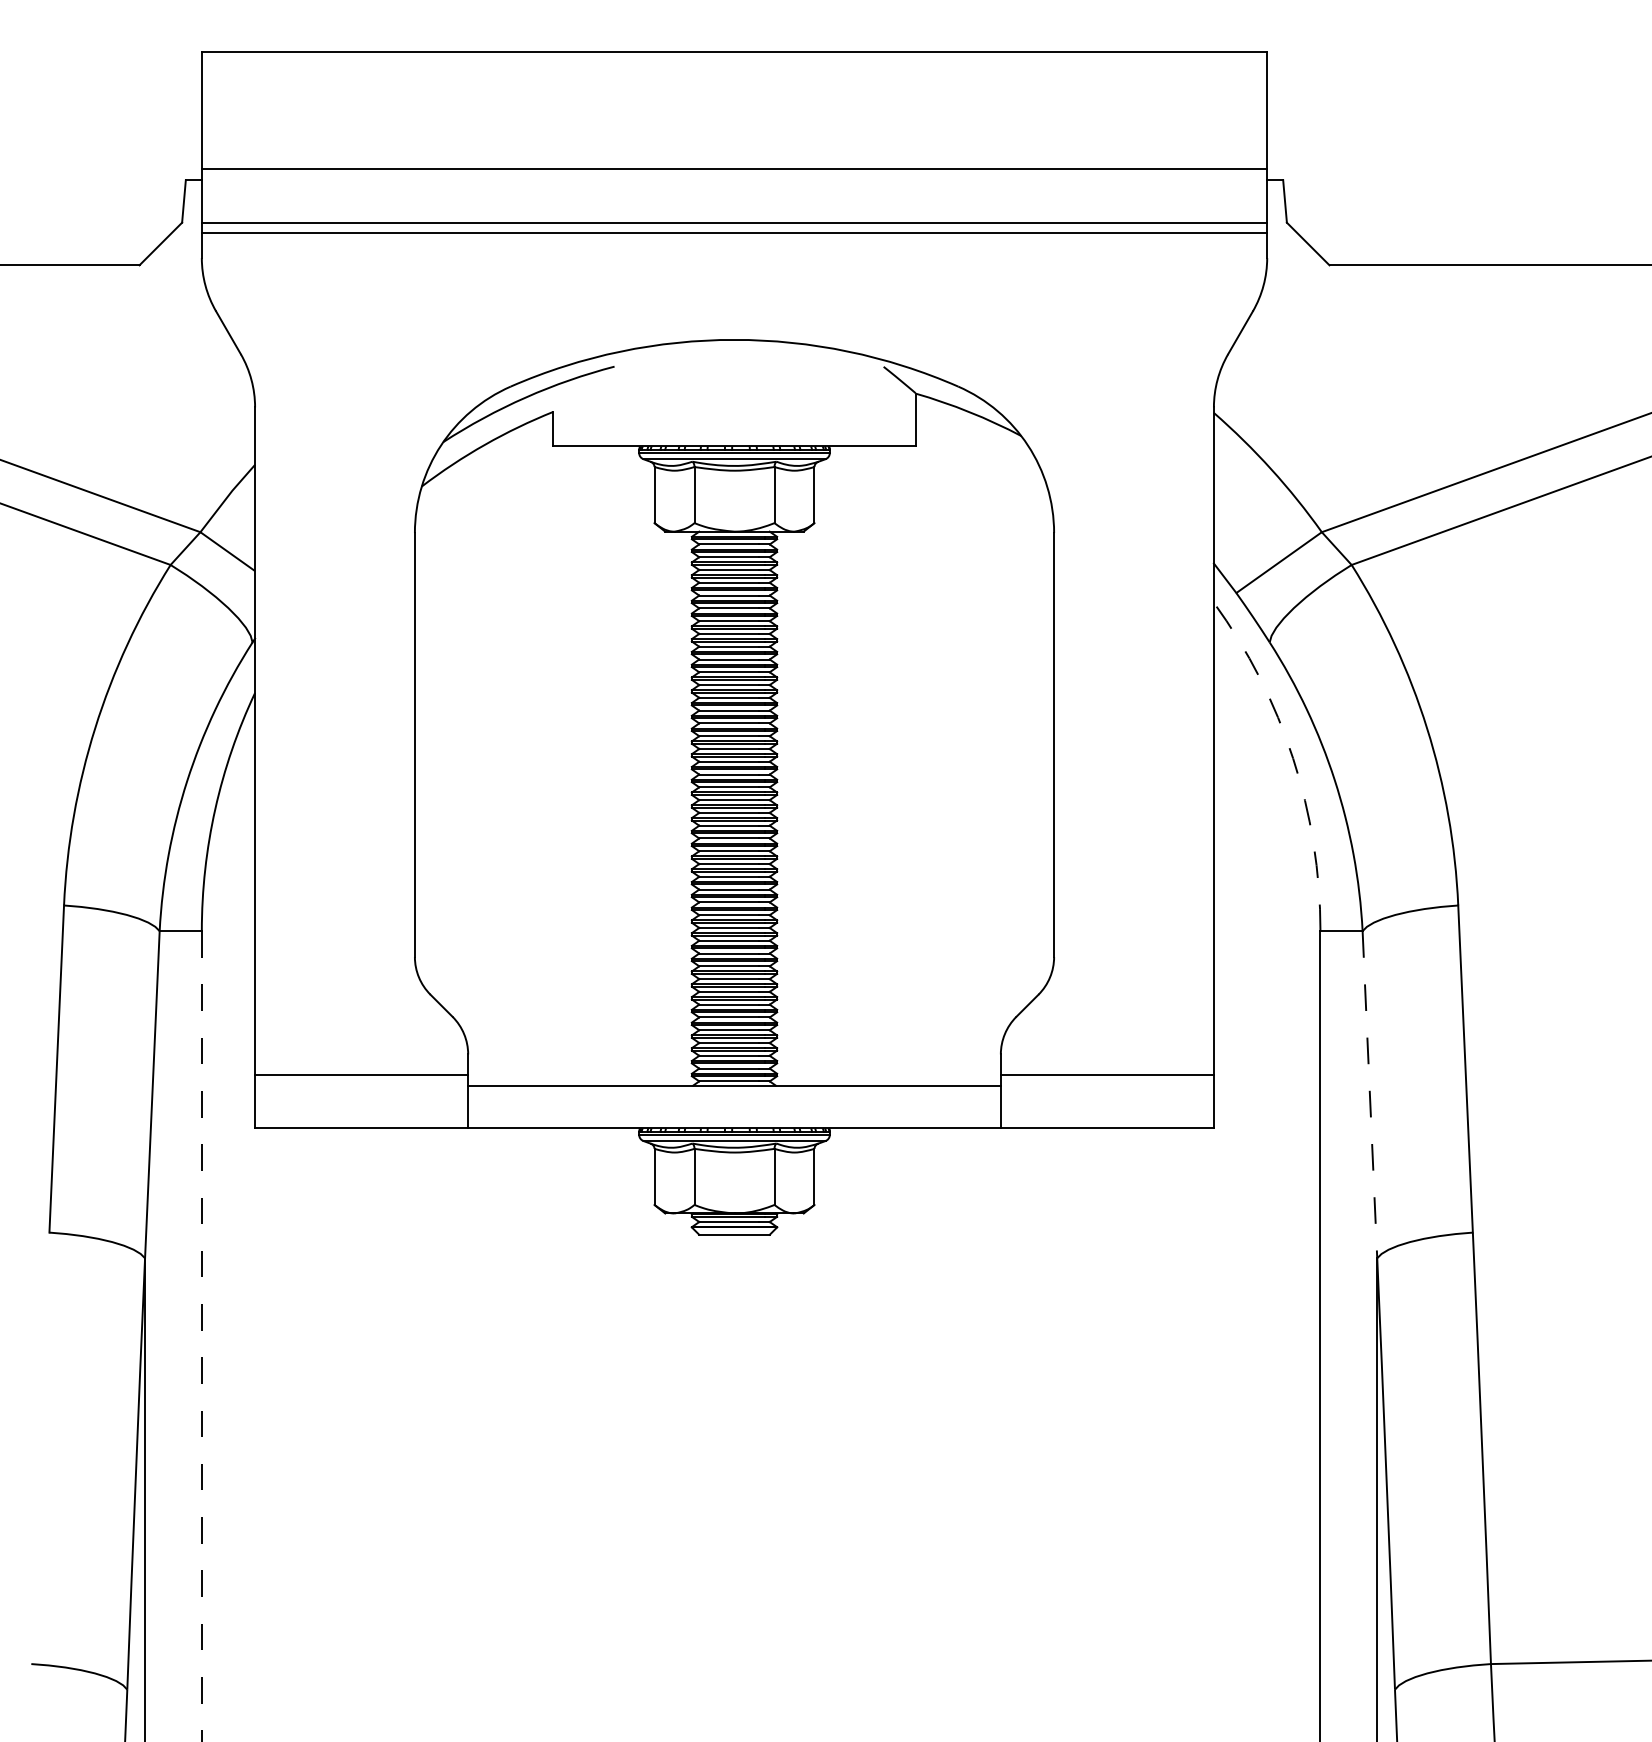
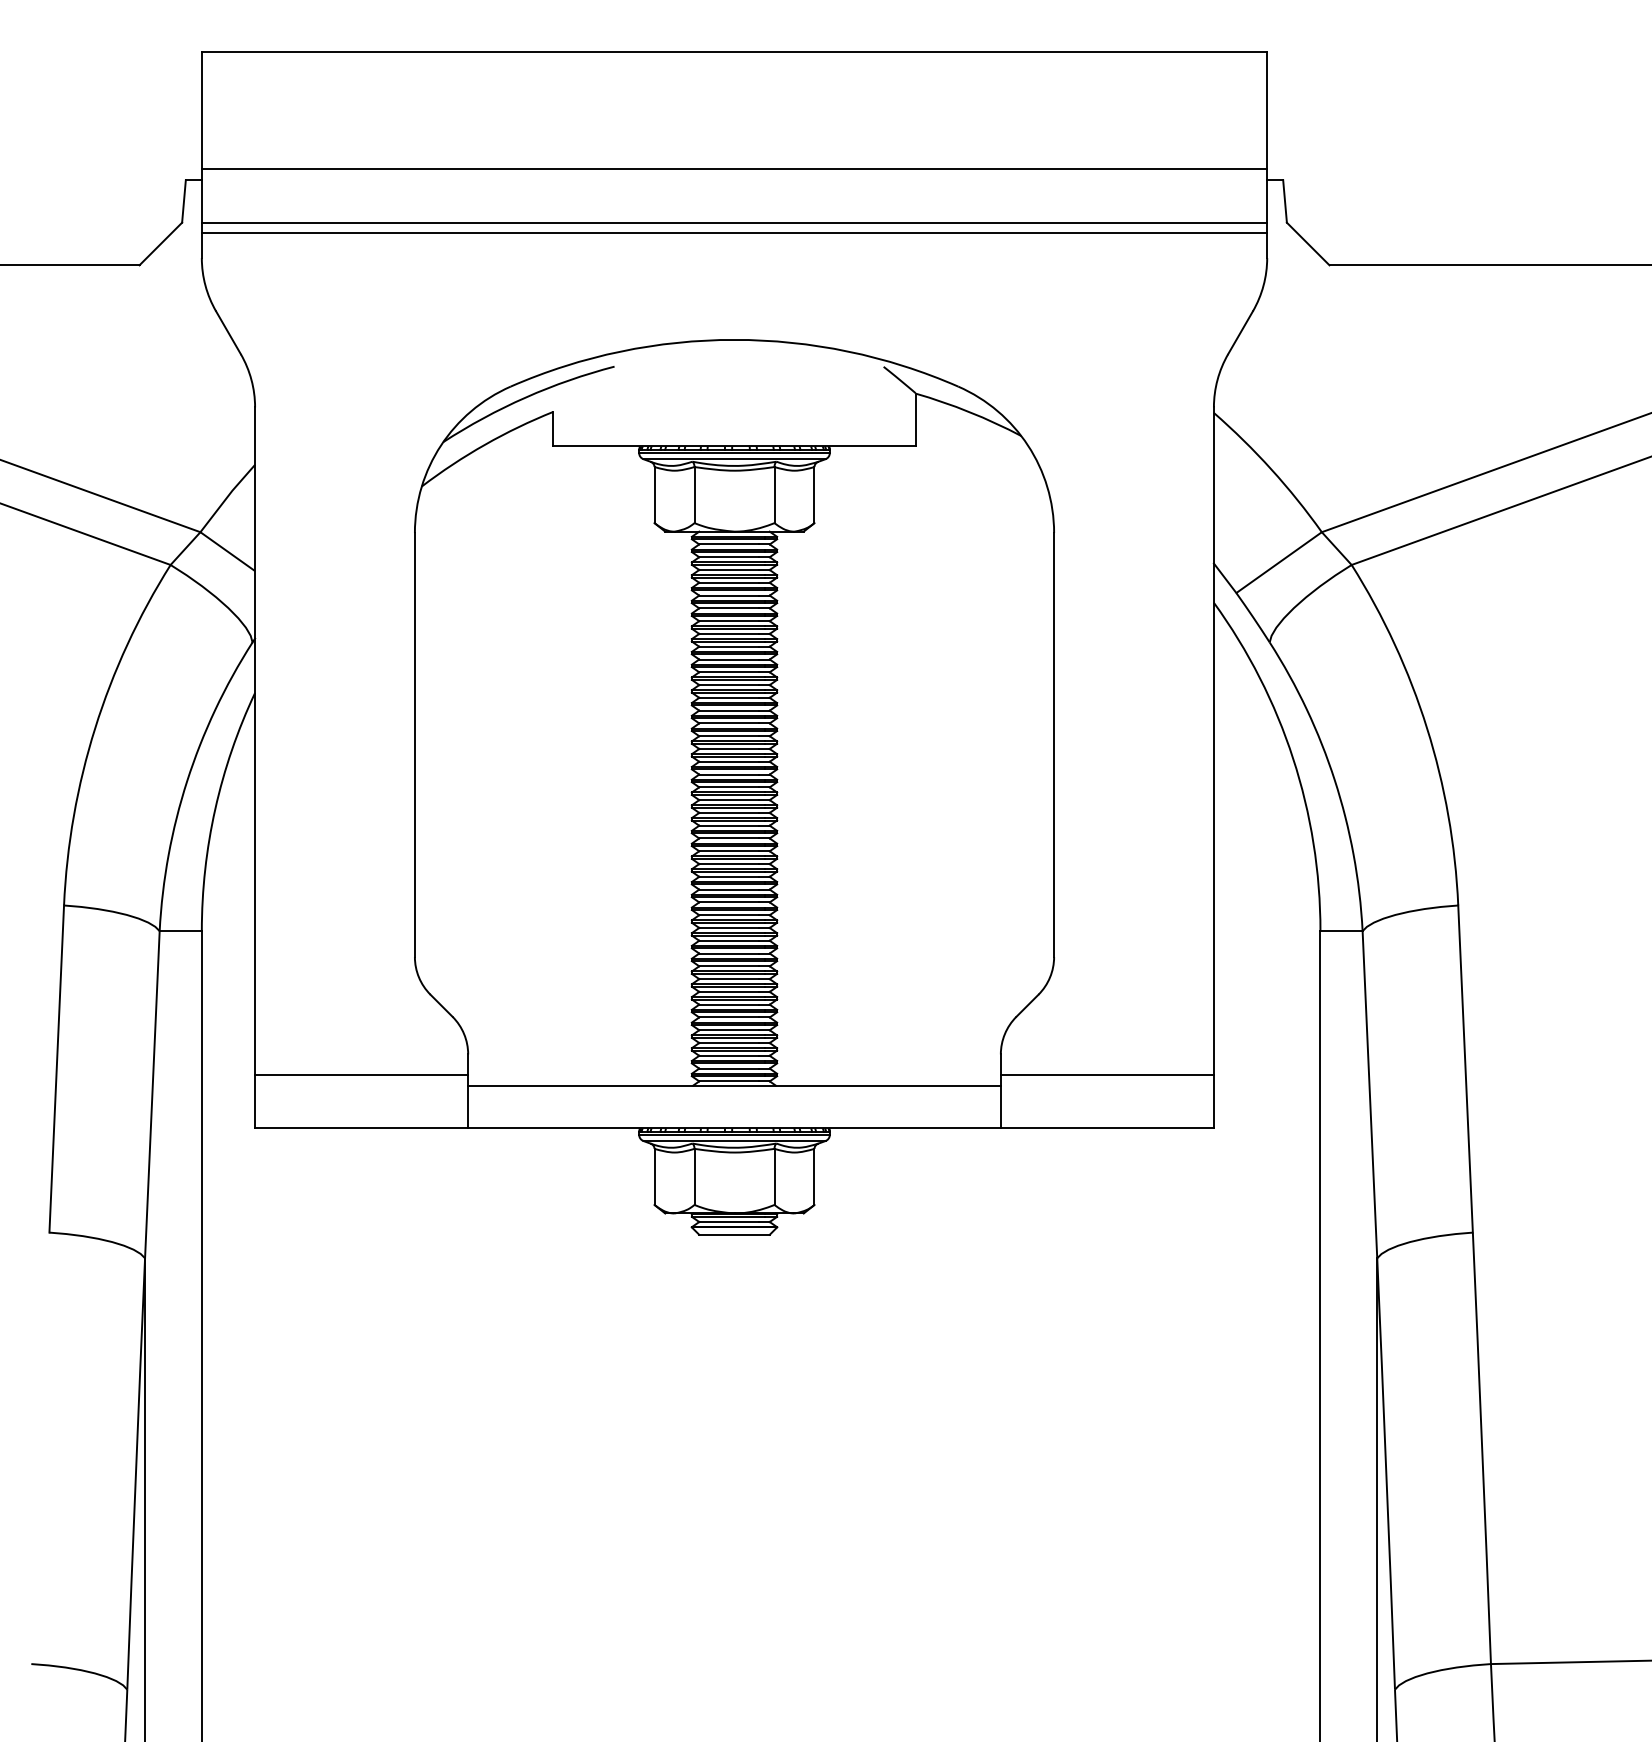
arc at (1293, 758): dashed -> solid
line at (1369, 1094): dashed -> solid
line at (201, 1336): dashed -> solid
